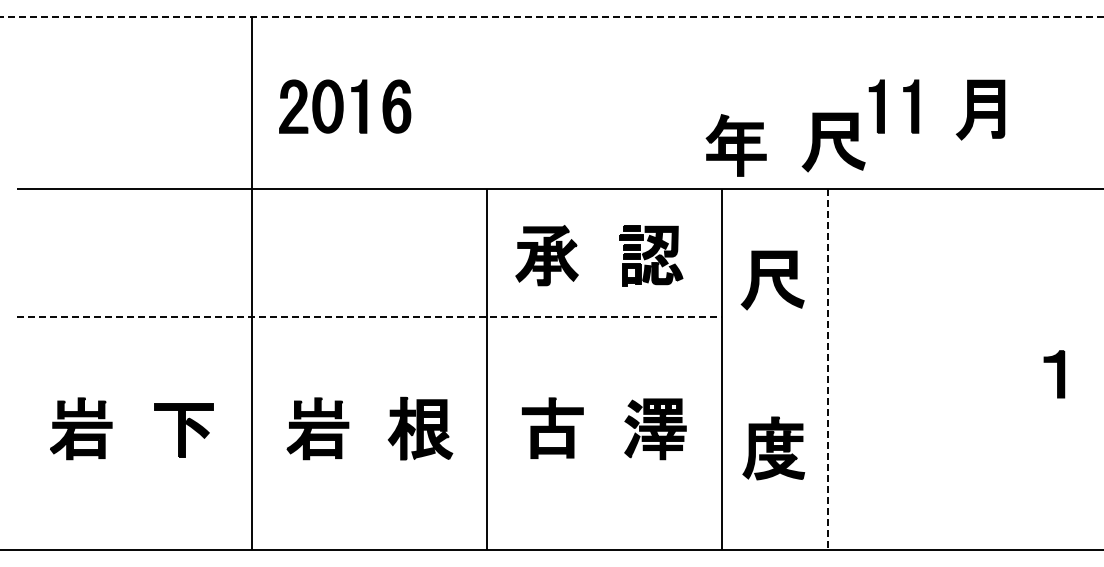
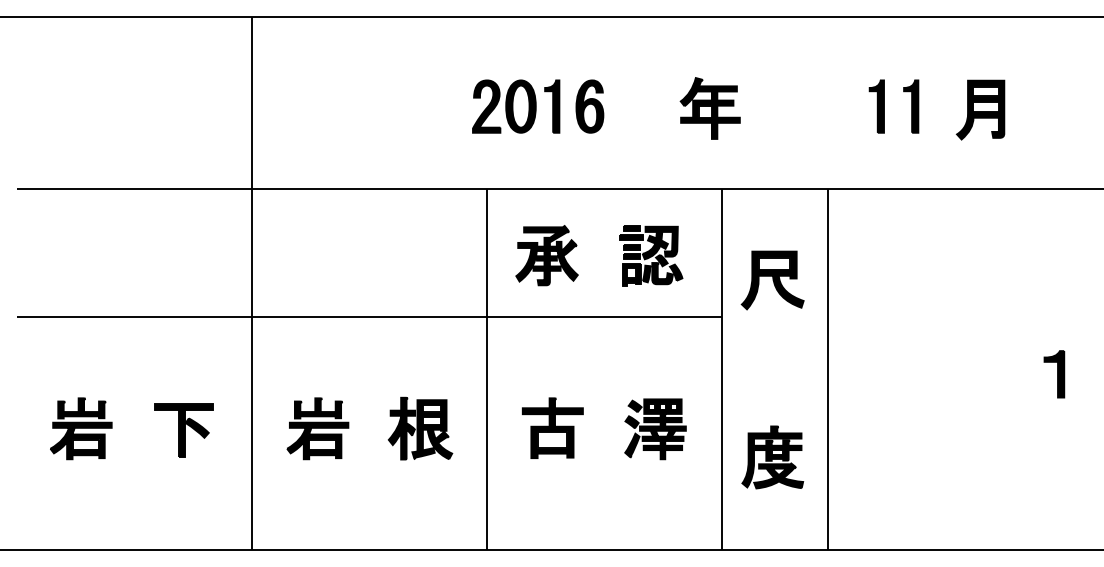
line at (552, 17): dashed -> solid
part at (345, 106) position: (345, 106) -> (538, 106)
part at (833, 142): present -> none
part at (735, 145) position: (735, 145) -> (709, 108)
line at (369, 316): dashed -> solid
line at (828, 369): dashed -> solid
part at (773, 448) position: (773, 448) -> (772, 457)
